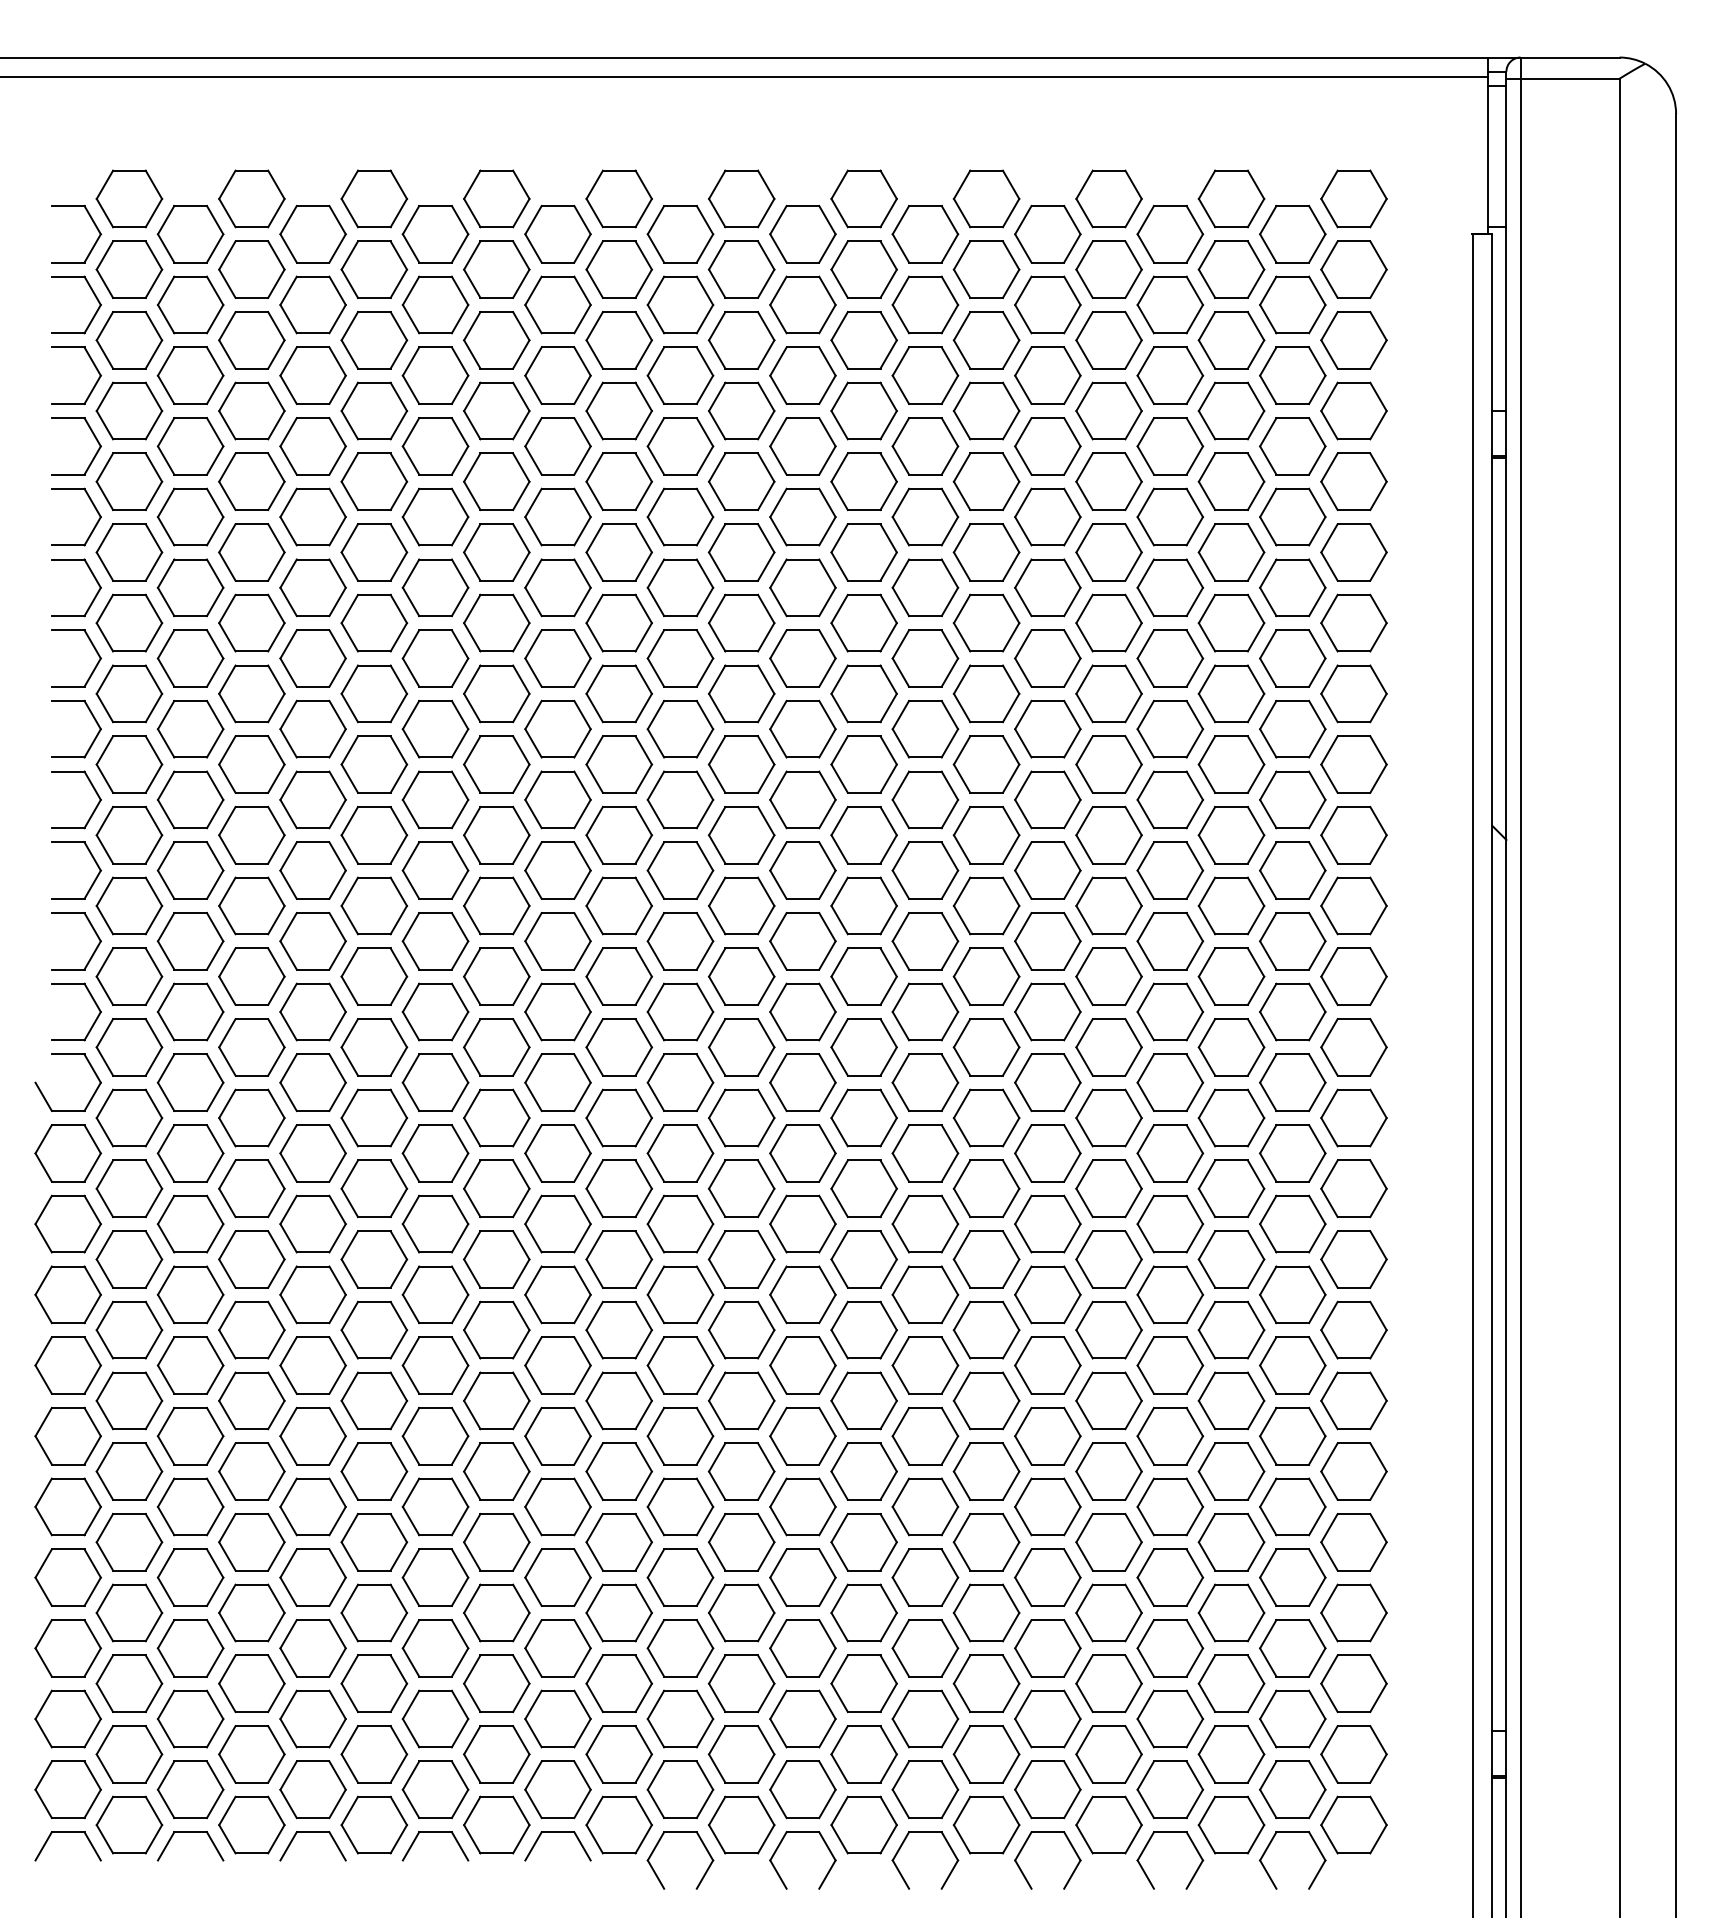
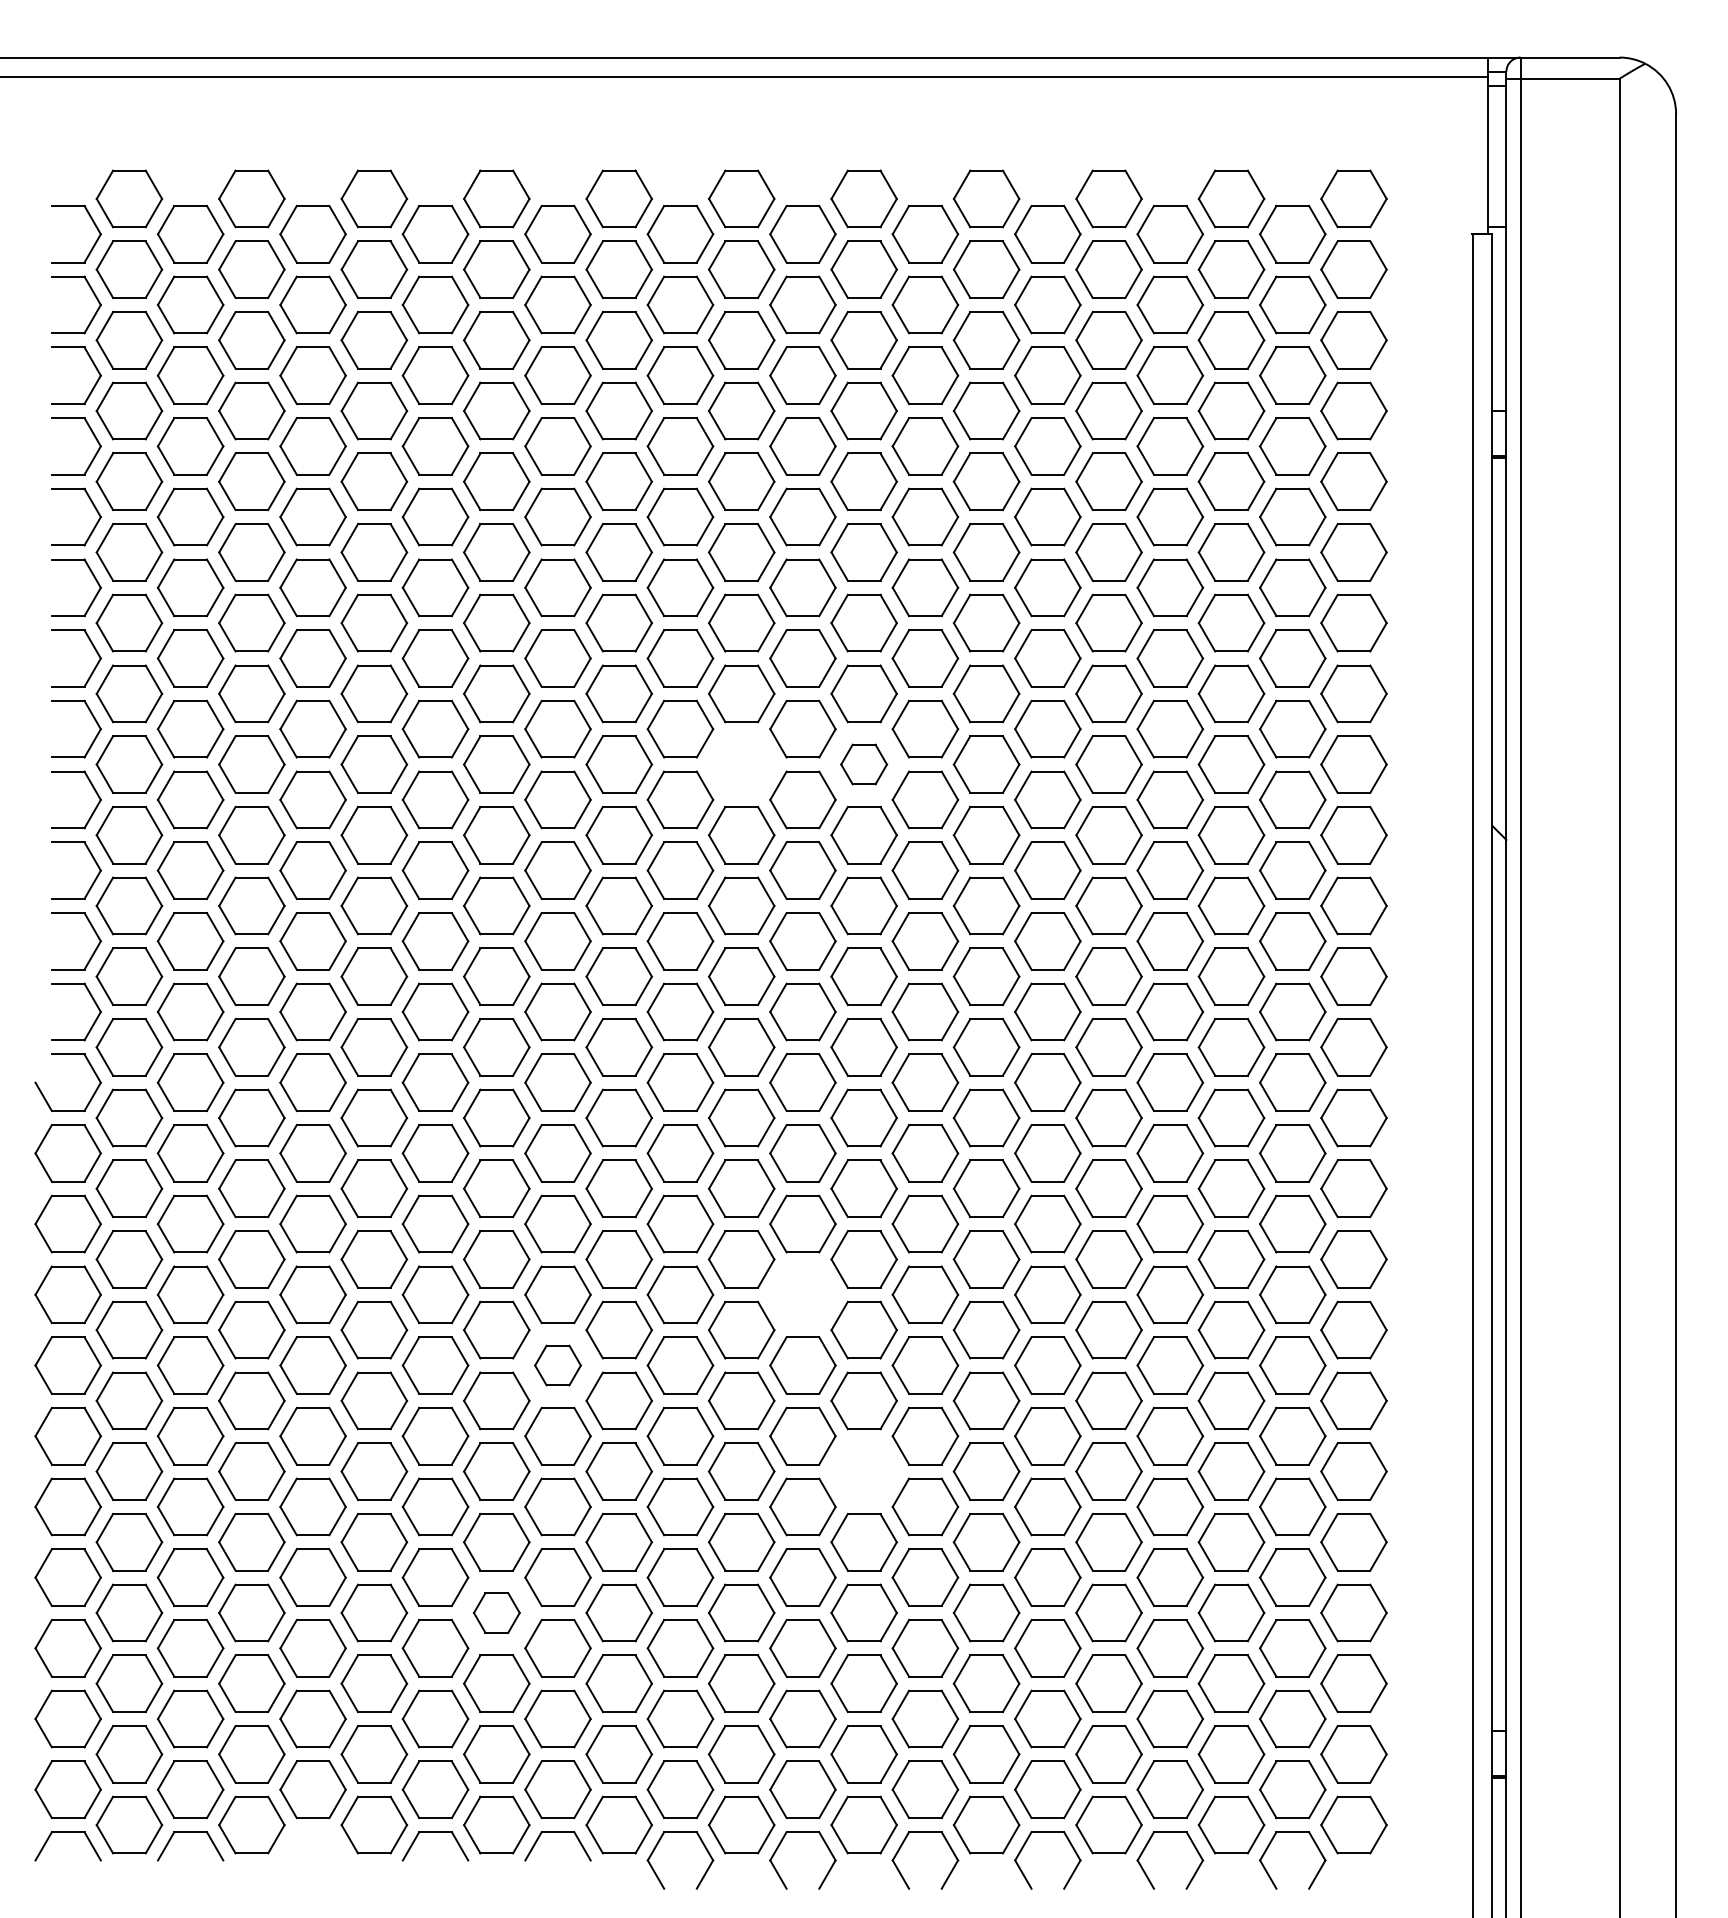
part at (741, 764): present -> none
part at (863, 764) size: 68x59 px -> 49x43 px
part at (802, 1294): present -> none
part at (557, 1365) size: 68x59 px -> 48x43 px
part at (863, 1471): present -> none
part at (496, 1612) size: 68x60 px -> 48x42 px
part at (312, 1832): present -> none
